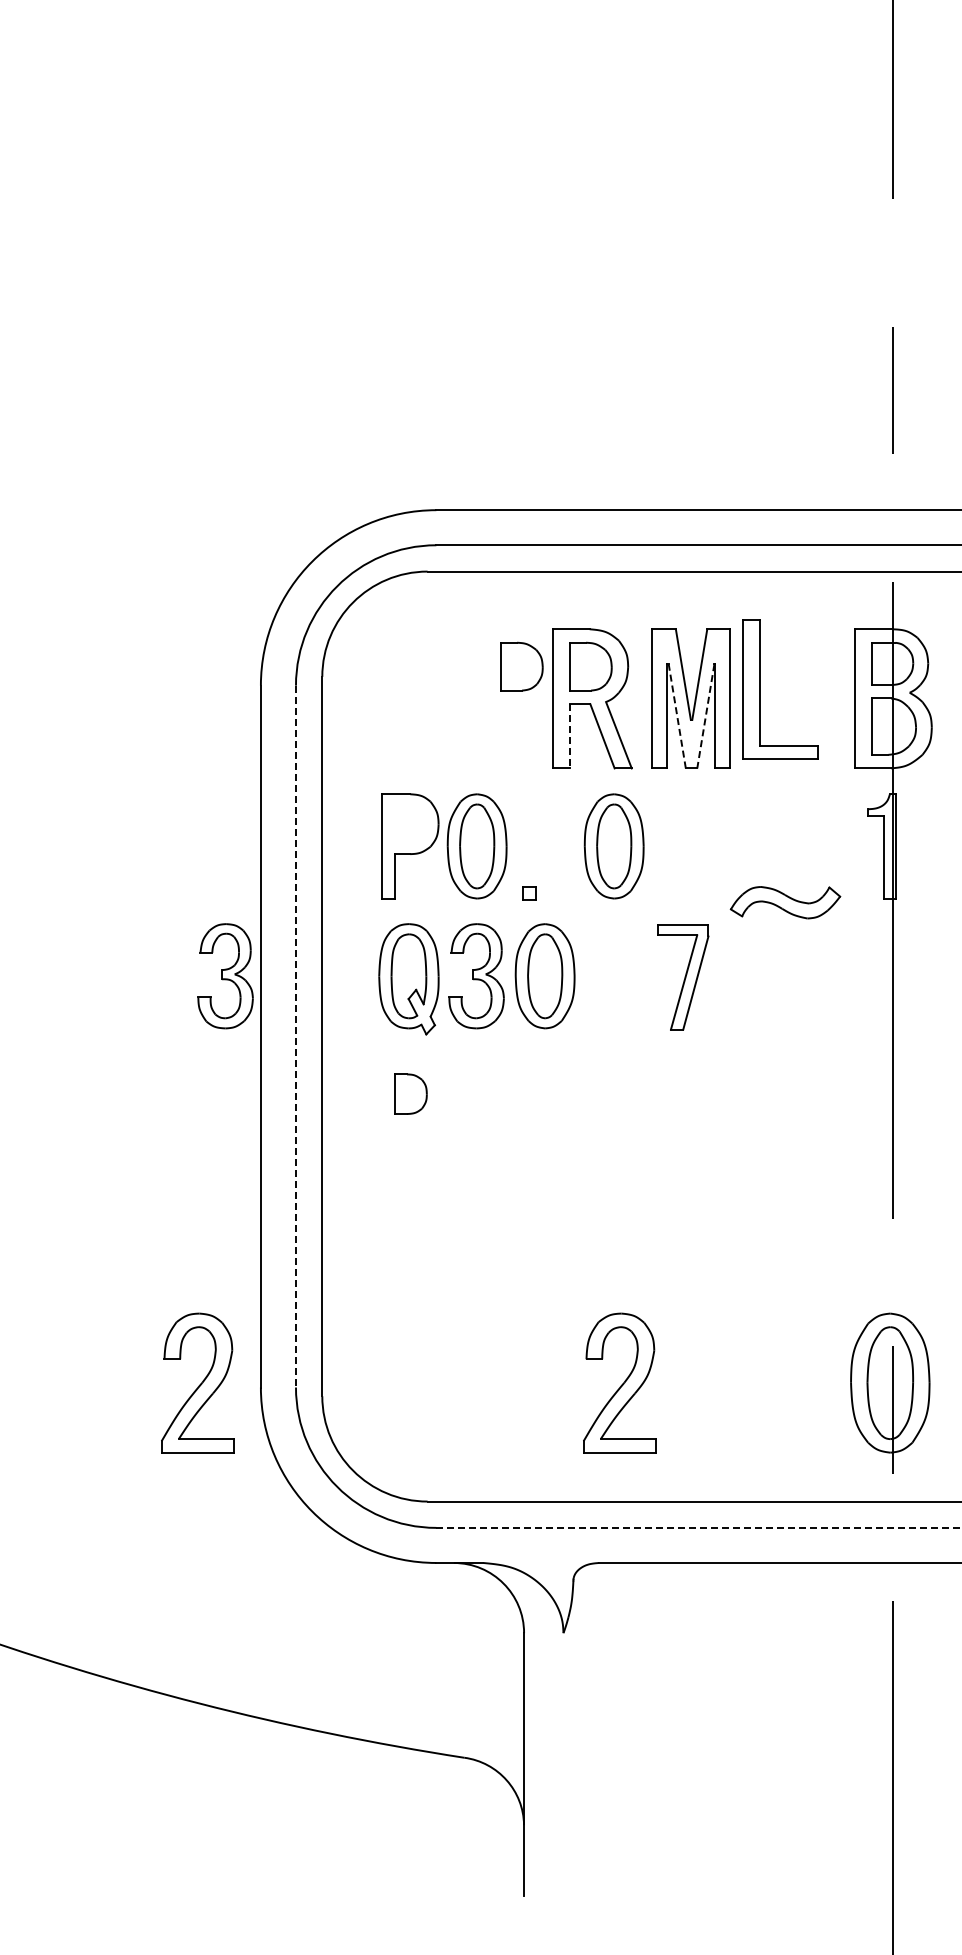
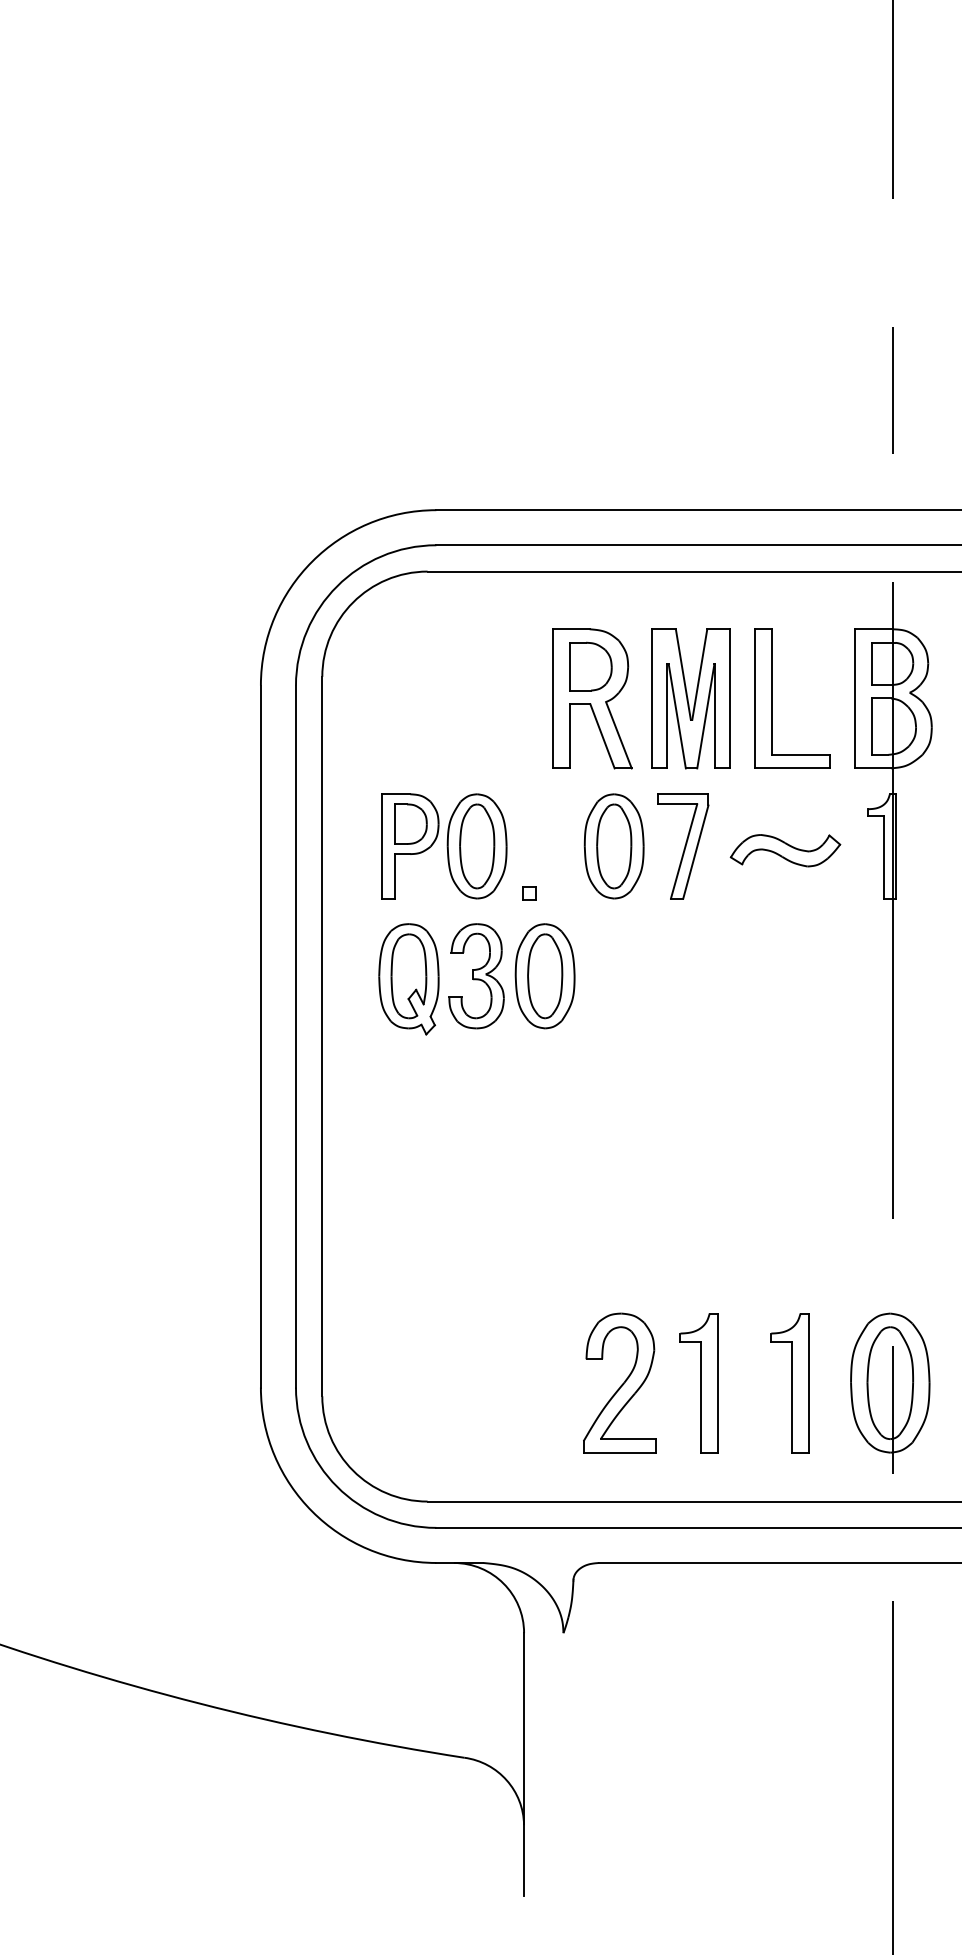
part at (521, 666): present -> none
part at (760, 689) position: (760, 689) -> (772, 698)
line at (677, 716): dashed -> solid
line at (705, 716): dashed -> solid
line at (570, 736): dashed -> solid
part at (785, 902) position: (785, 902) -> (785, 850)
part at (225, 976): present -> none
part at (683, 977) position: (683, 977) -> (683, 846)
line at (295, 1036): dashed -> solid
part at (410, 1093) position: (410, 1093) -> (410, 823)
part at (197, 1382): present -> none
part at (698, 1383): none -> present
part at (789, 1383): none -> present
line at (699, 1527): dashed -> solid
